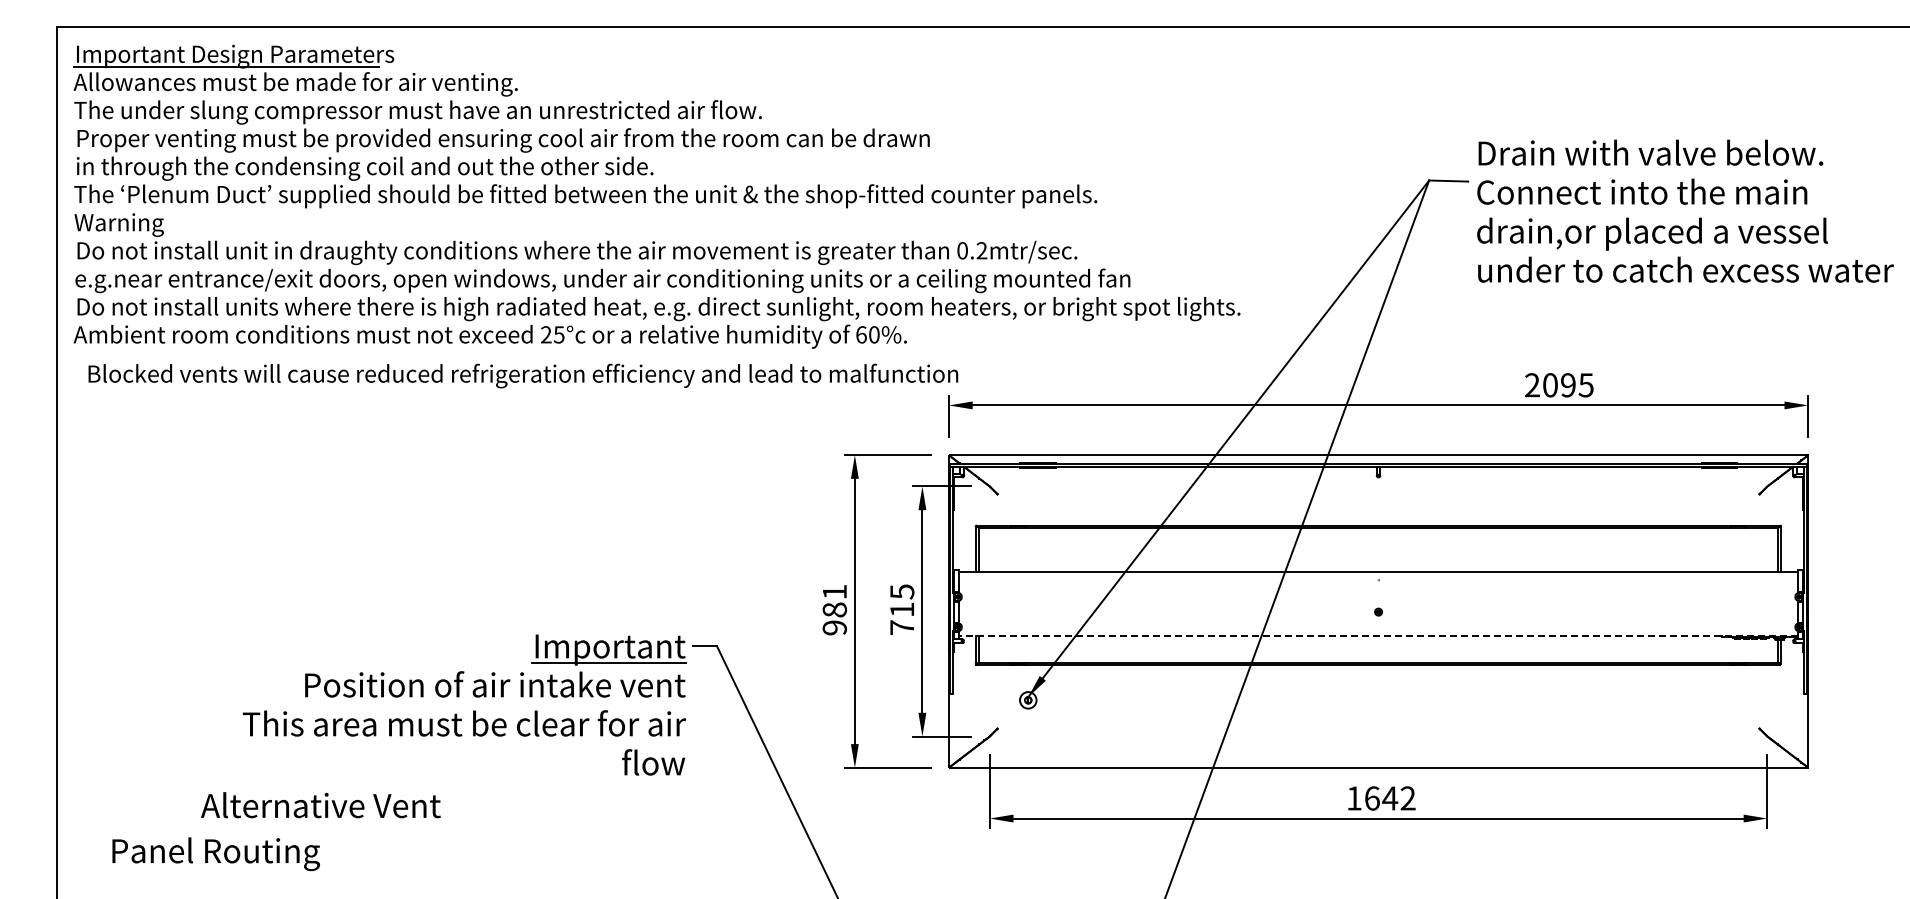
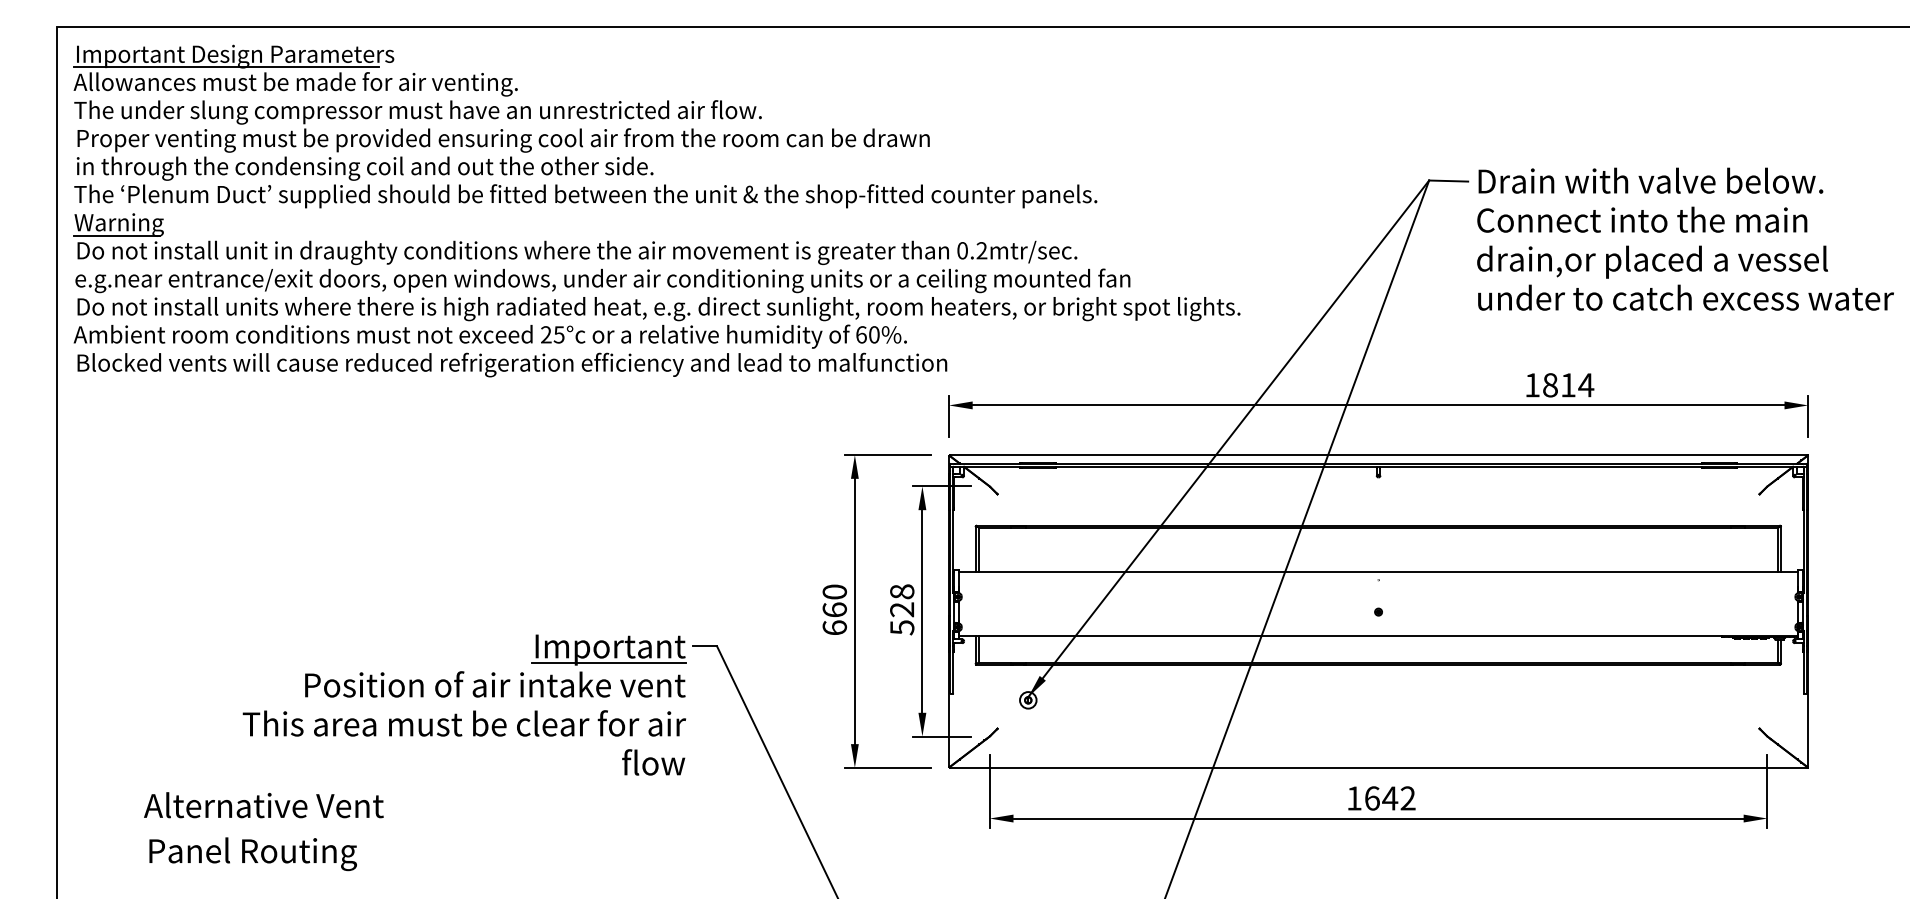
text at (1685, 210) position: (1685, 210) -> (1685, 238)
line at (116, 235): none -> present
text at (523, 375) position: (523, 375) -> (512, 364)
text at (1559, 385): 2095 -> 1814
text at (834, 609): 981 -> 660
text at (902, 609): 715 -> 528
line at (1378, 635): dashed -> solid
text at (320, 805) position: (320, 805) -> (263, 805)
text at (215, 854) position: (215, 854) -> (252, 854)
